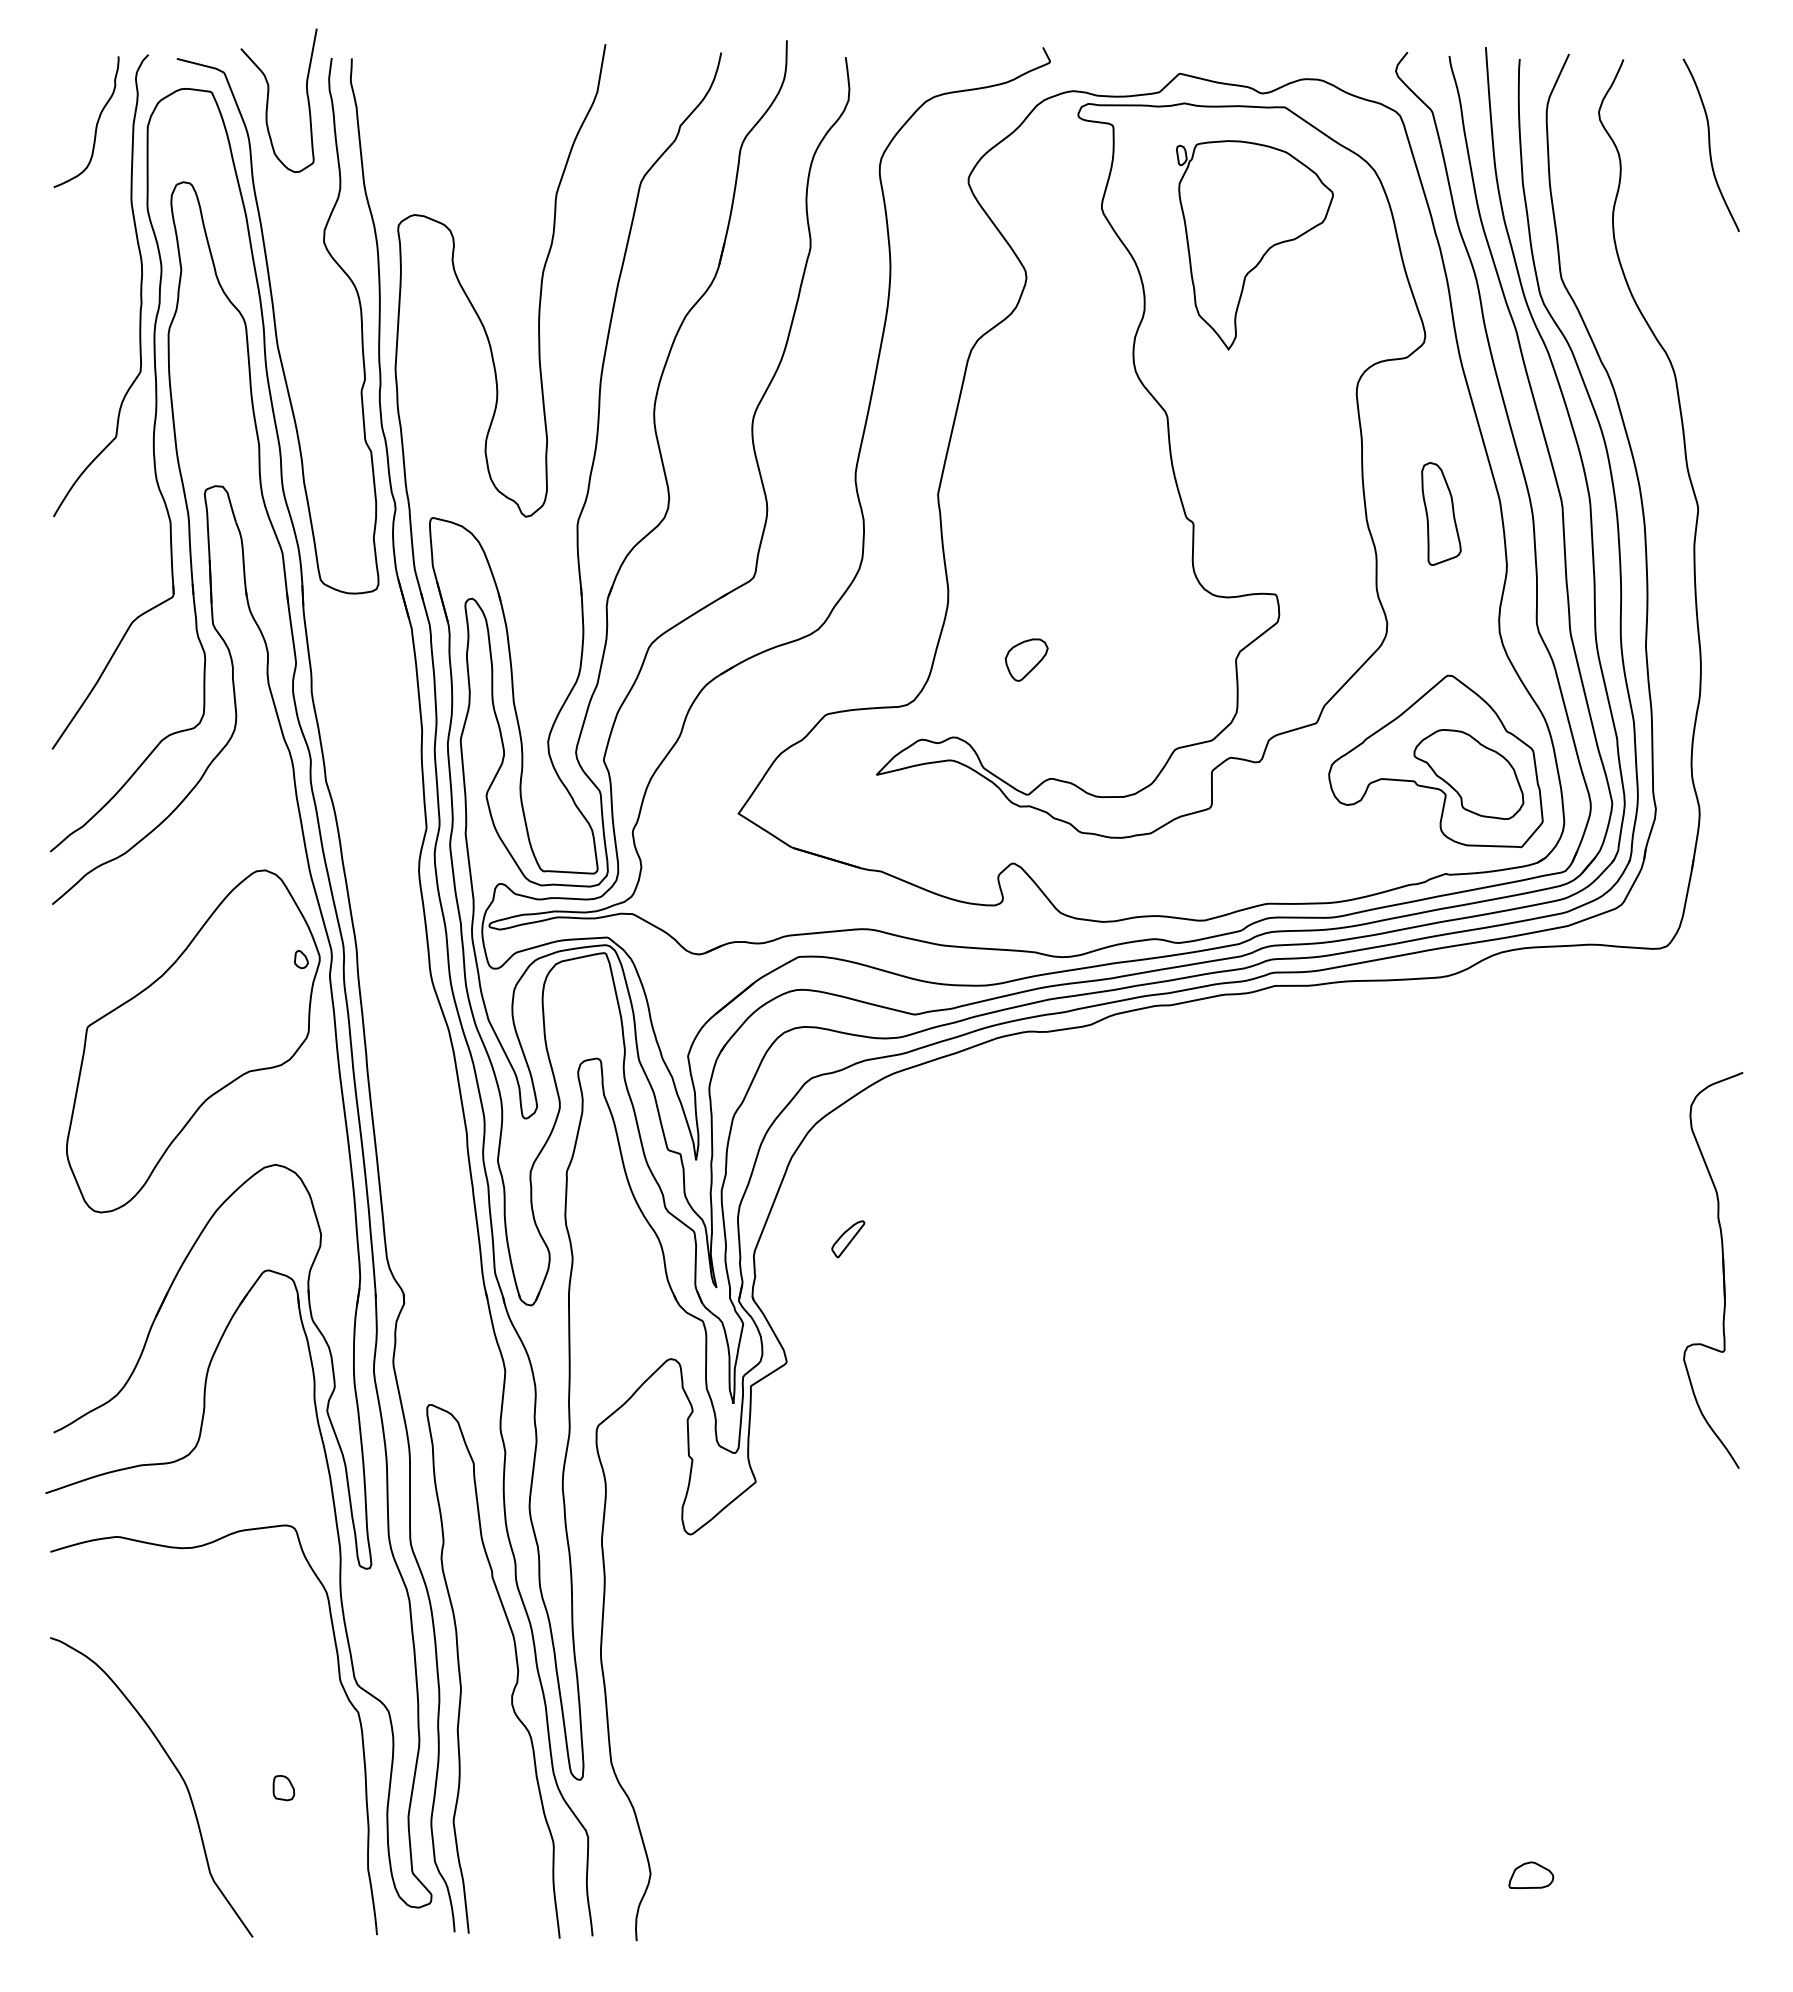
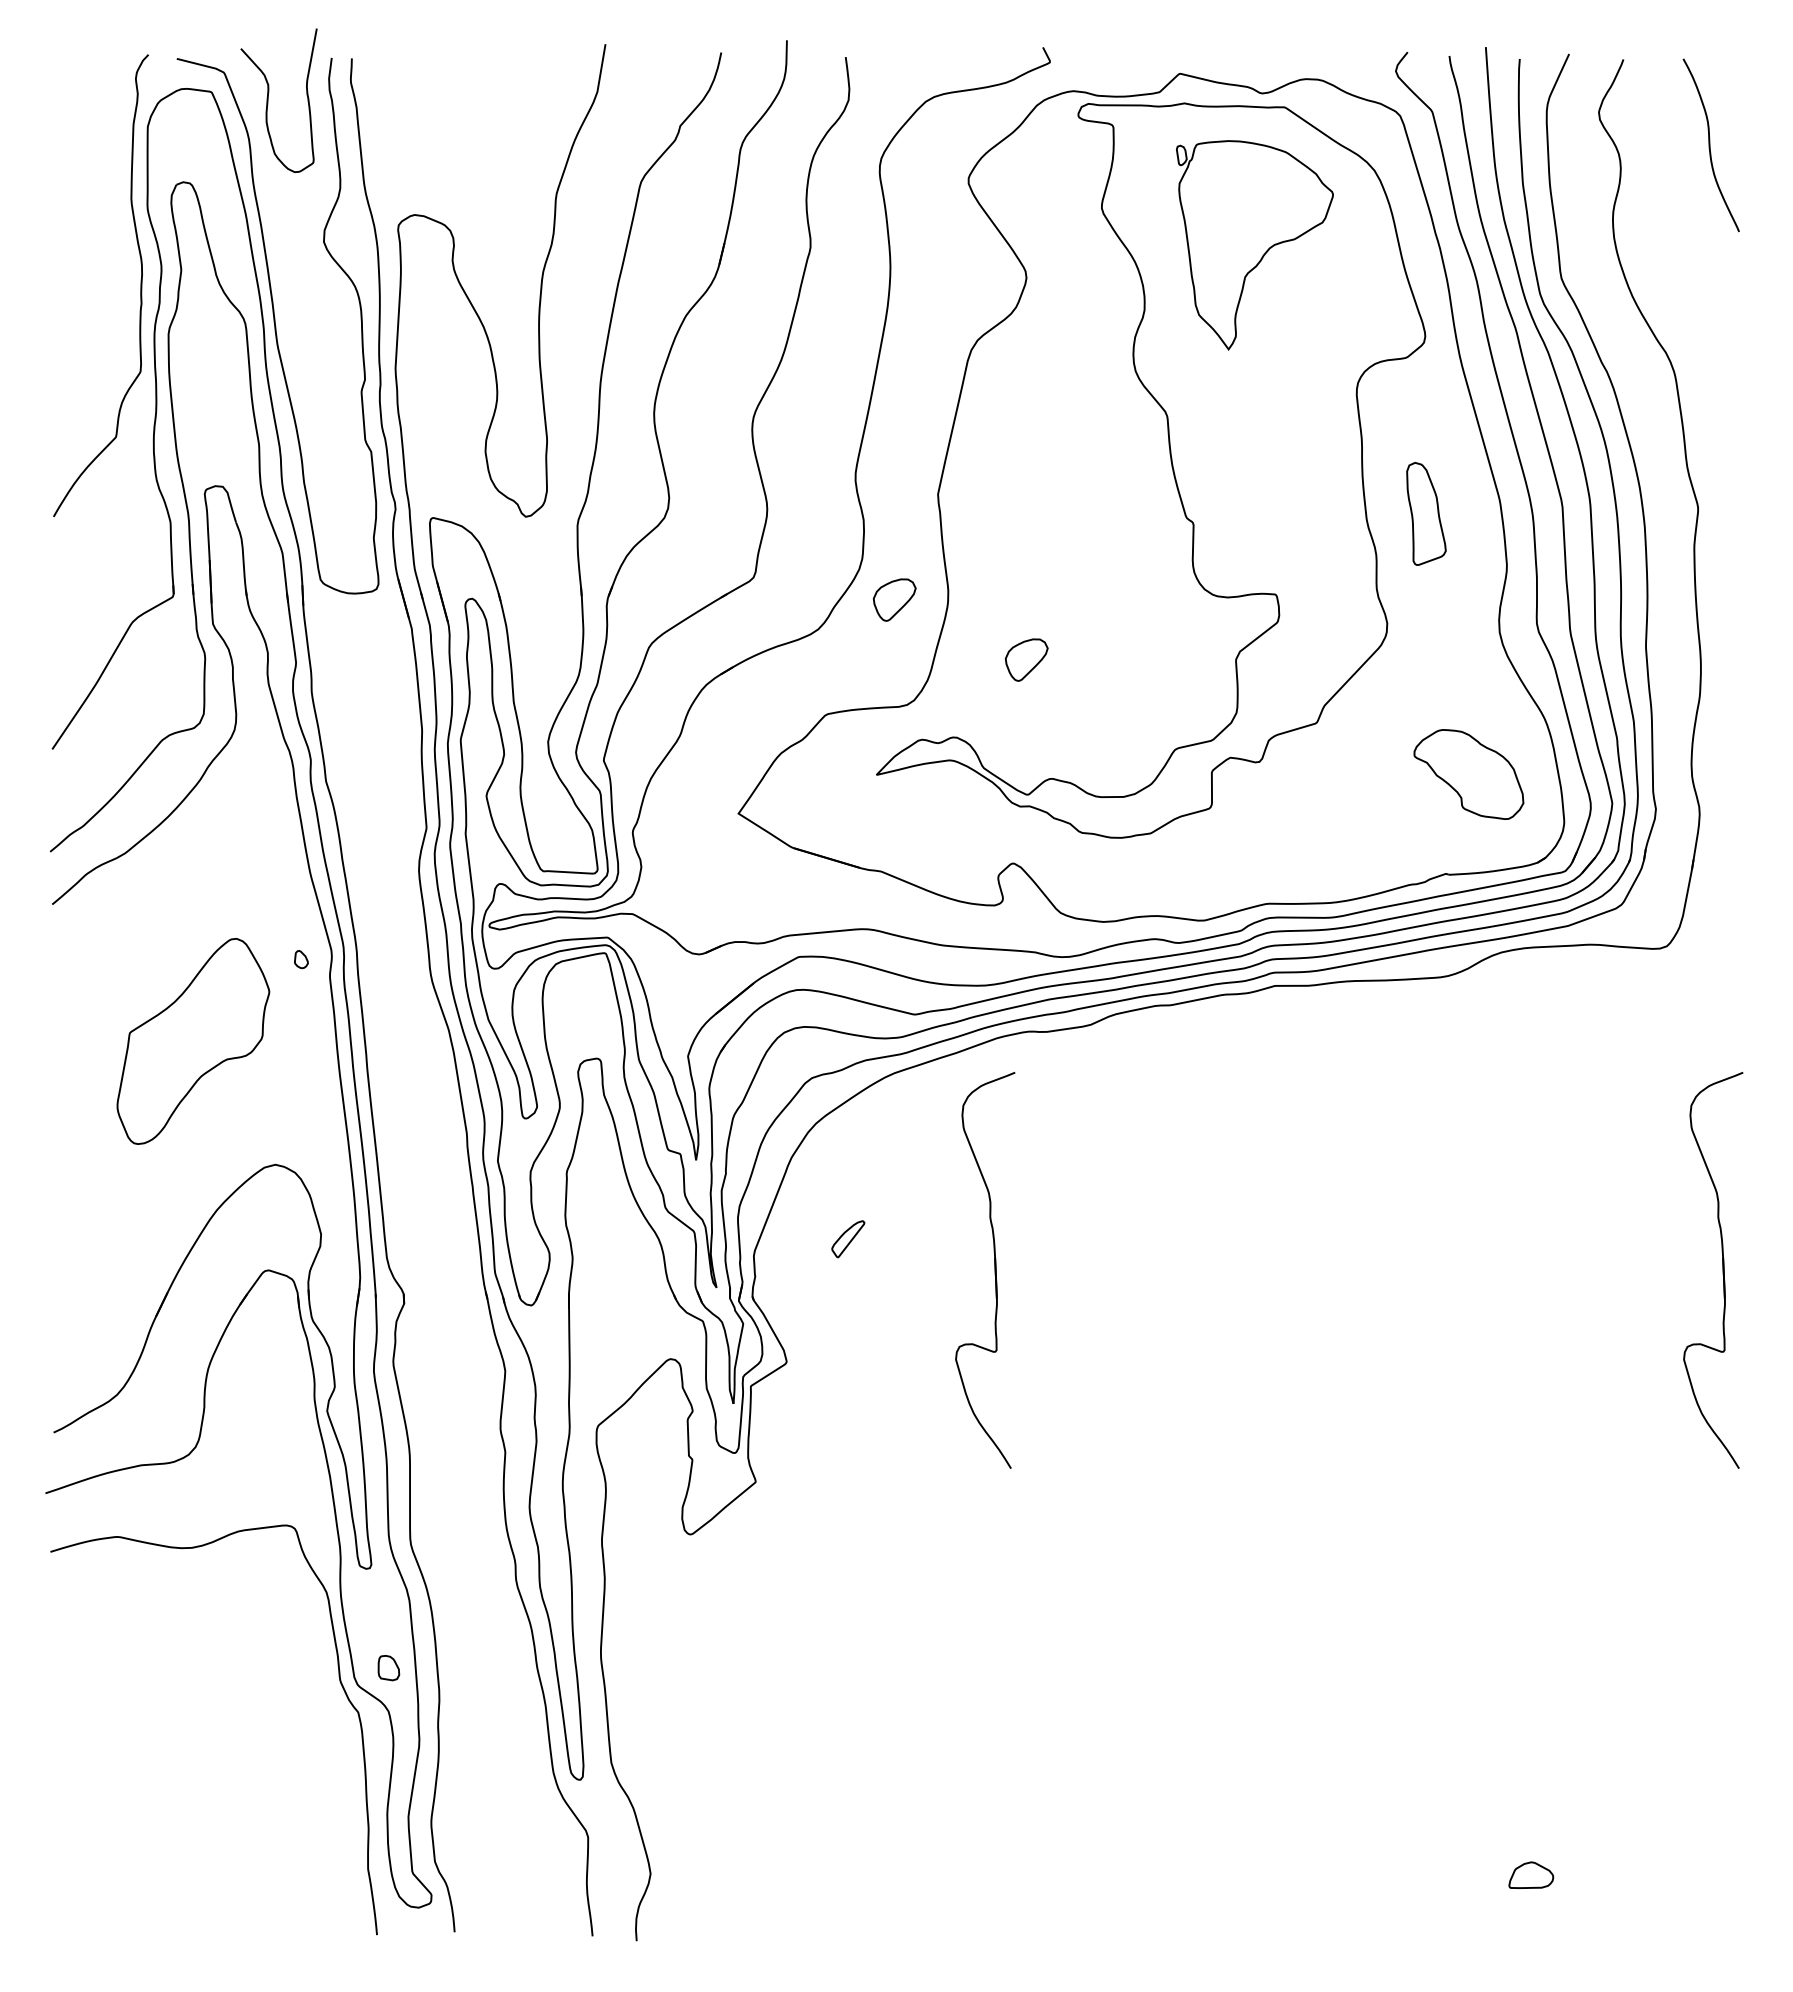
curve at (96, 122): present -> none
part at (1441, 513) position: (1441, 513) -> (1426, 513)
part at (894, 599): none -> present
part at (1435, 761): present -> none
part at (193, 1041) size: 255x345 px -> 155x208 px
part at (994, 1269): none -> present
curve at (516, 1667): present -> none
curve at (177, 1772): present -> none
part at (283, 1788) position: (283, 1788) -> (388, 1668)
